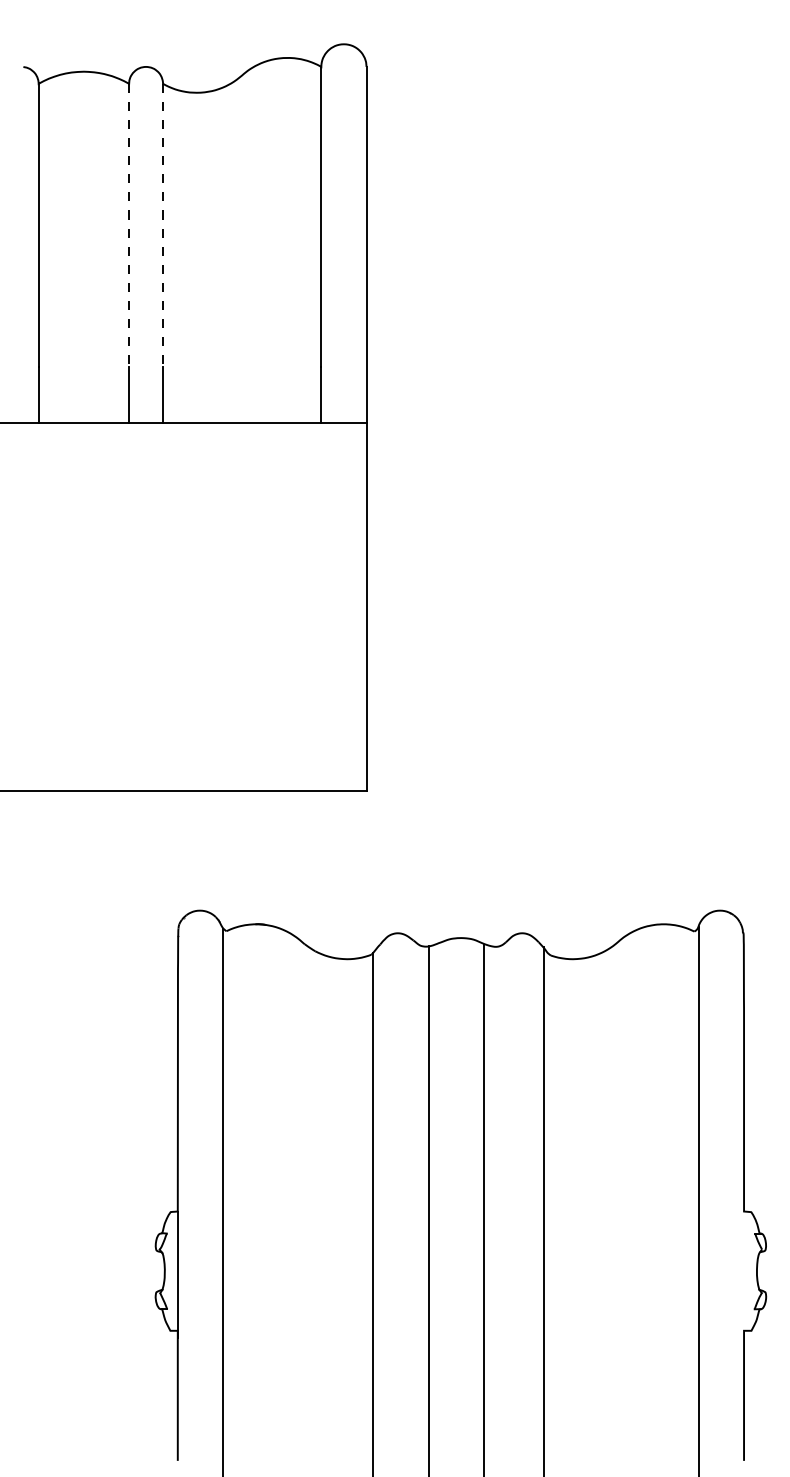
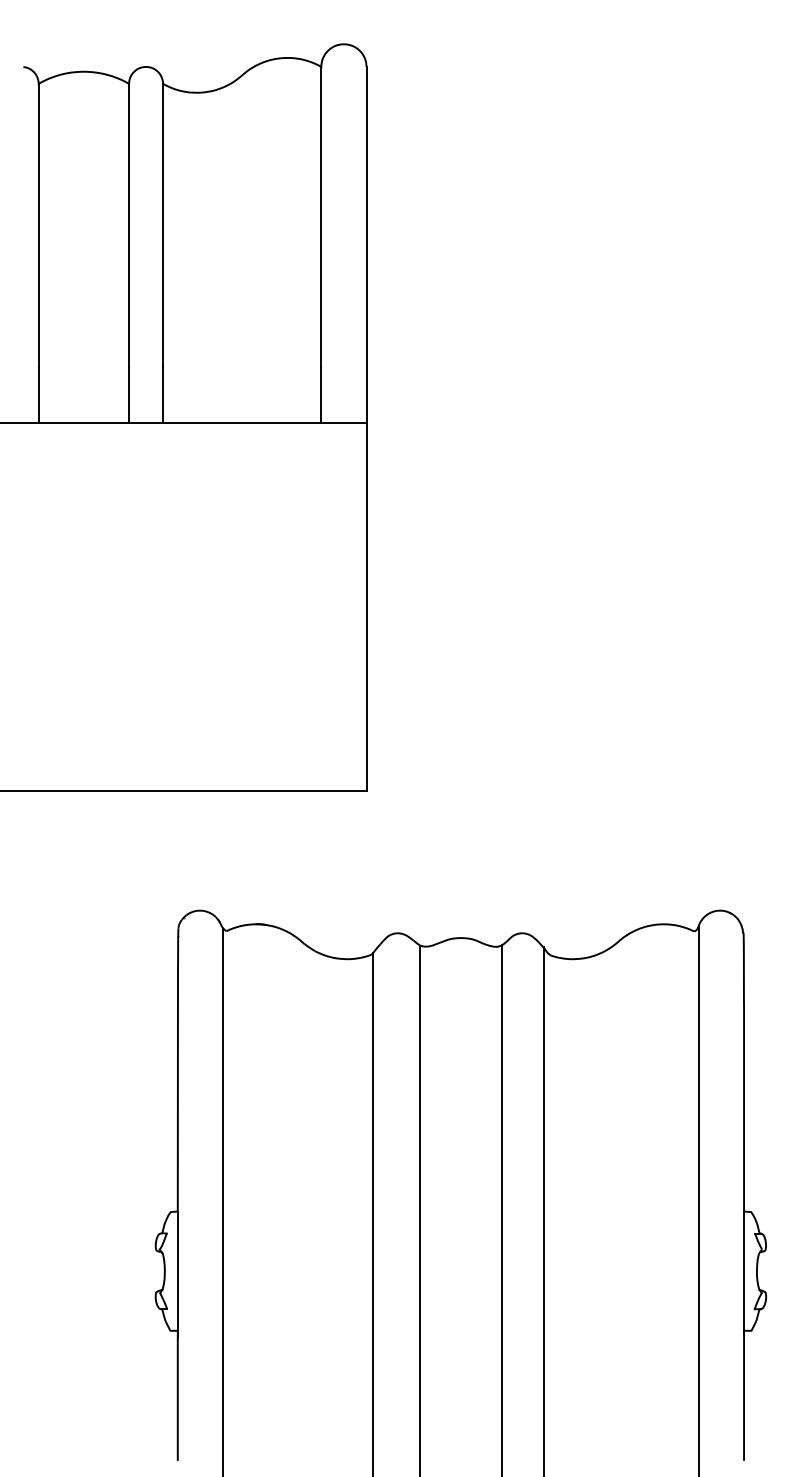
line at (129, 225): dashed -> solid
line at (163, 225): dashed -> solid
line at (429, 1209) position: (429, 1209) -> (420, 1209)
line at (483, 1209) position: (483, 1209) -> (501, 1209)
line at (744, 1272): none -> present
